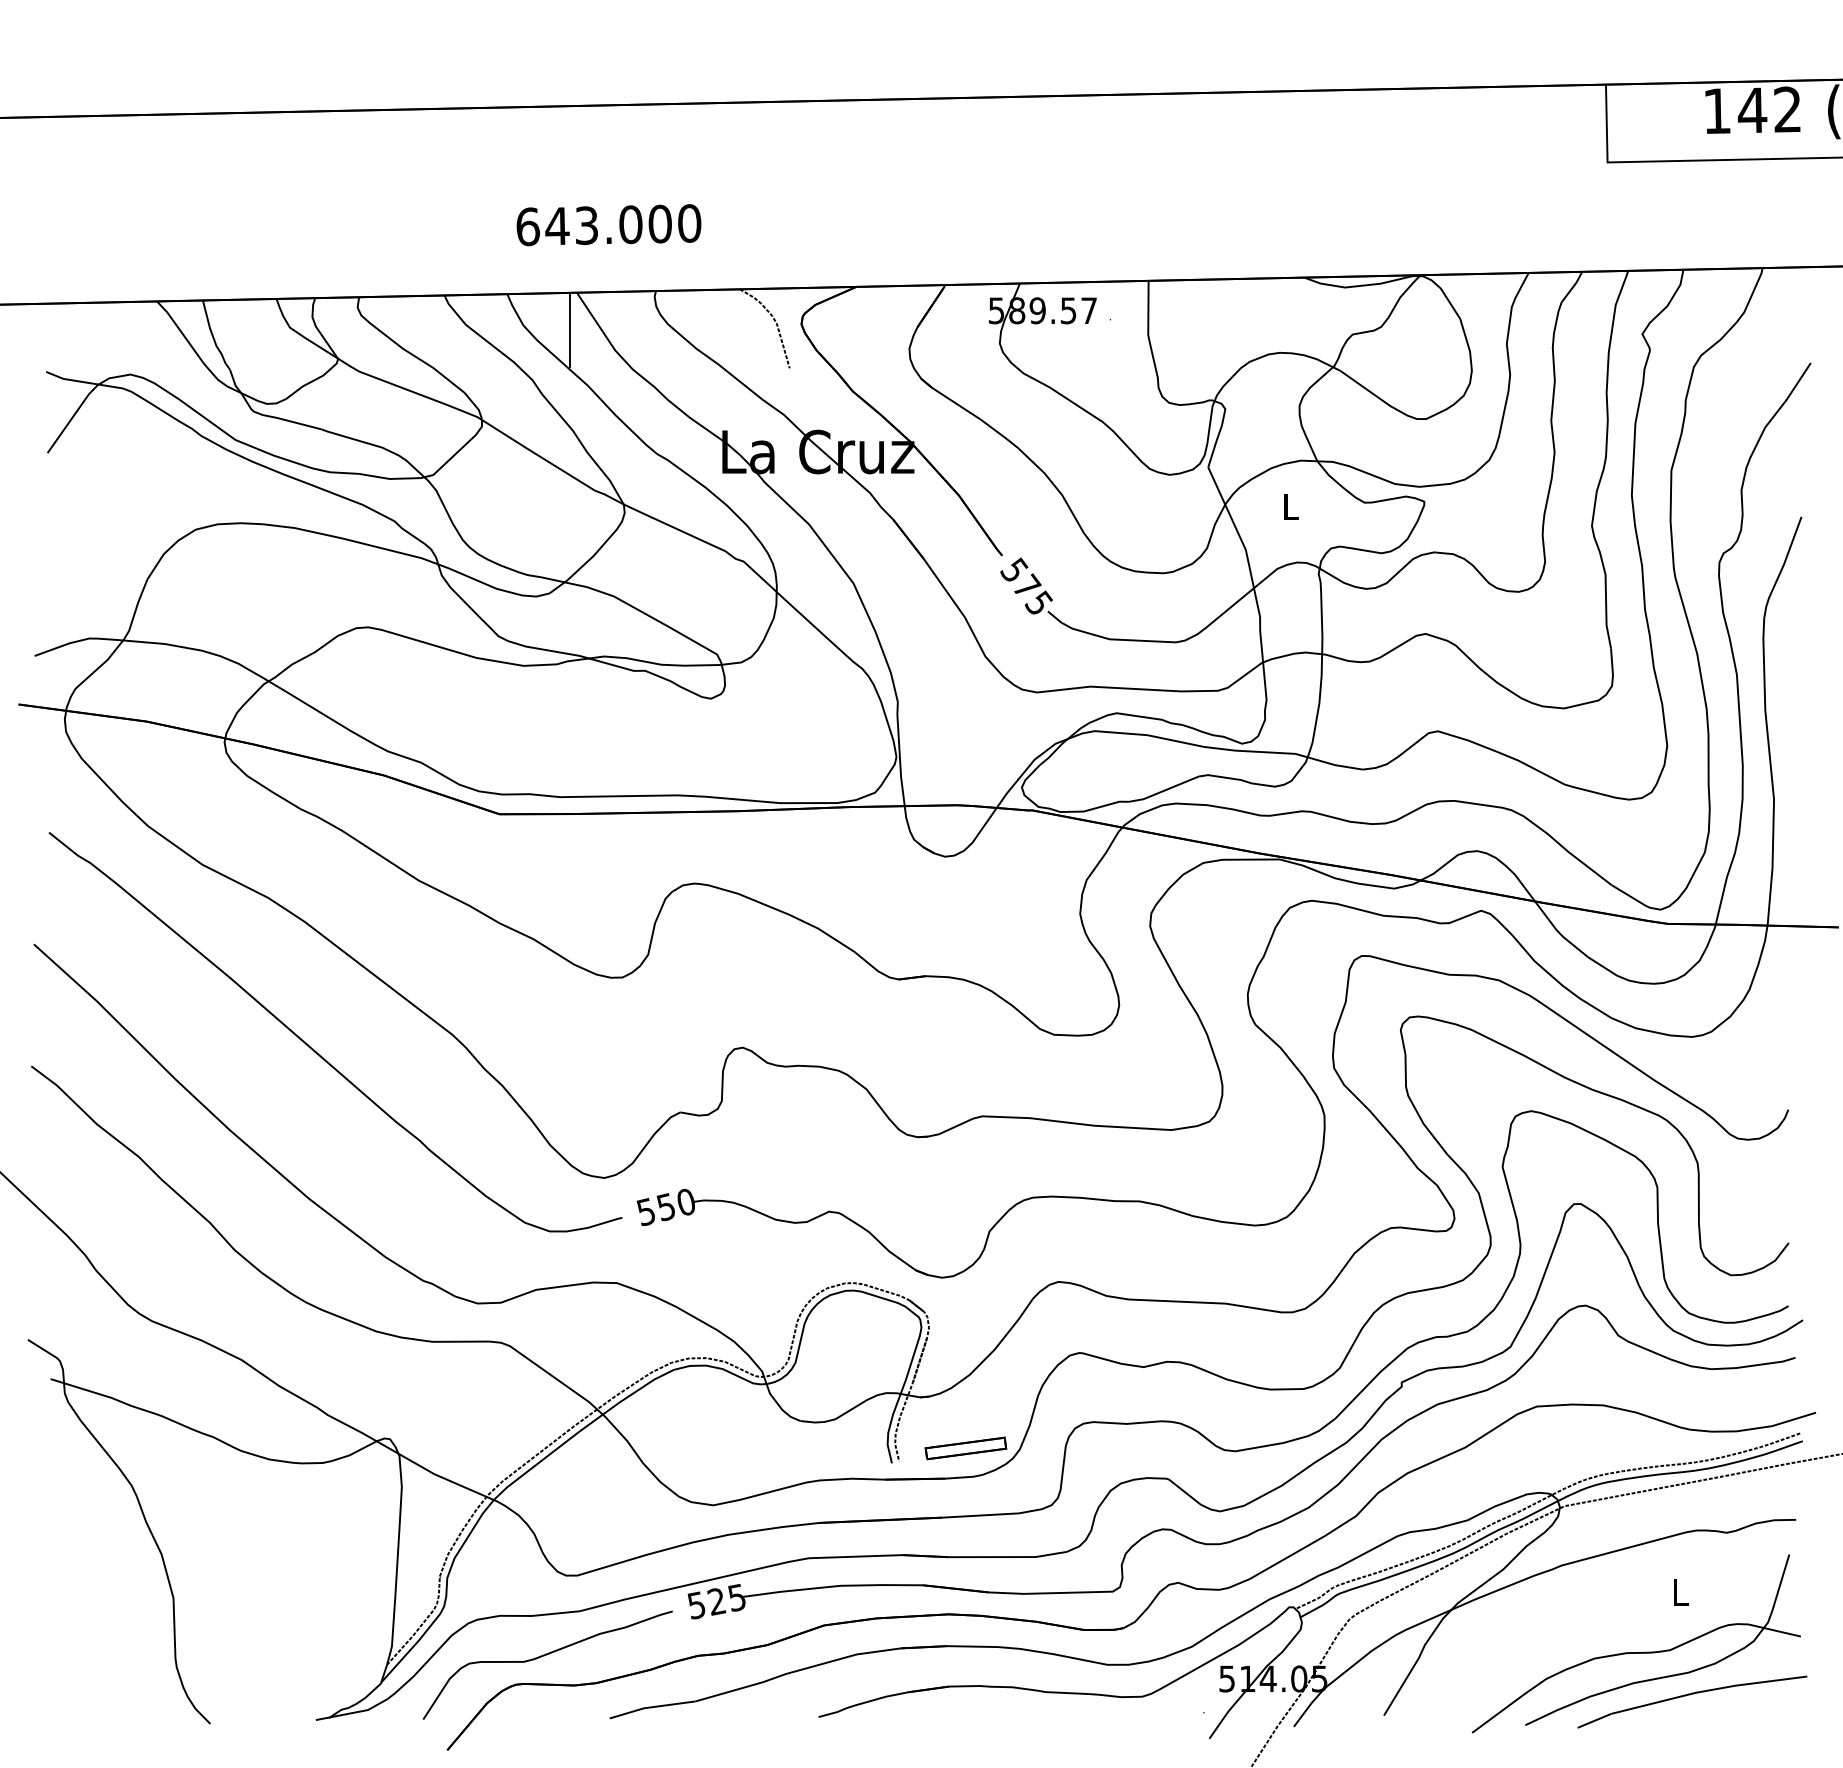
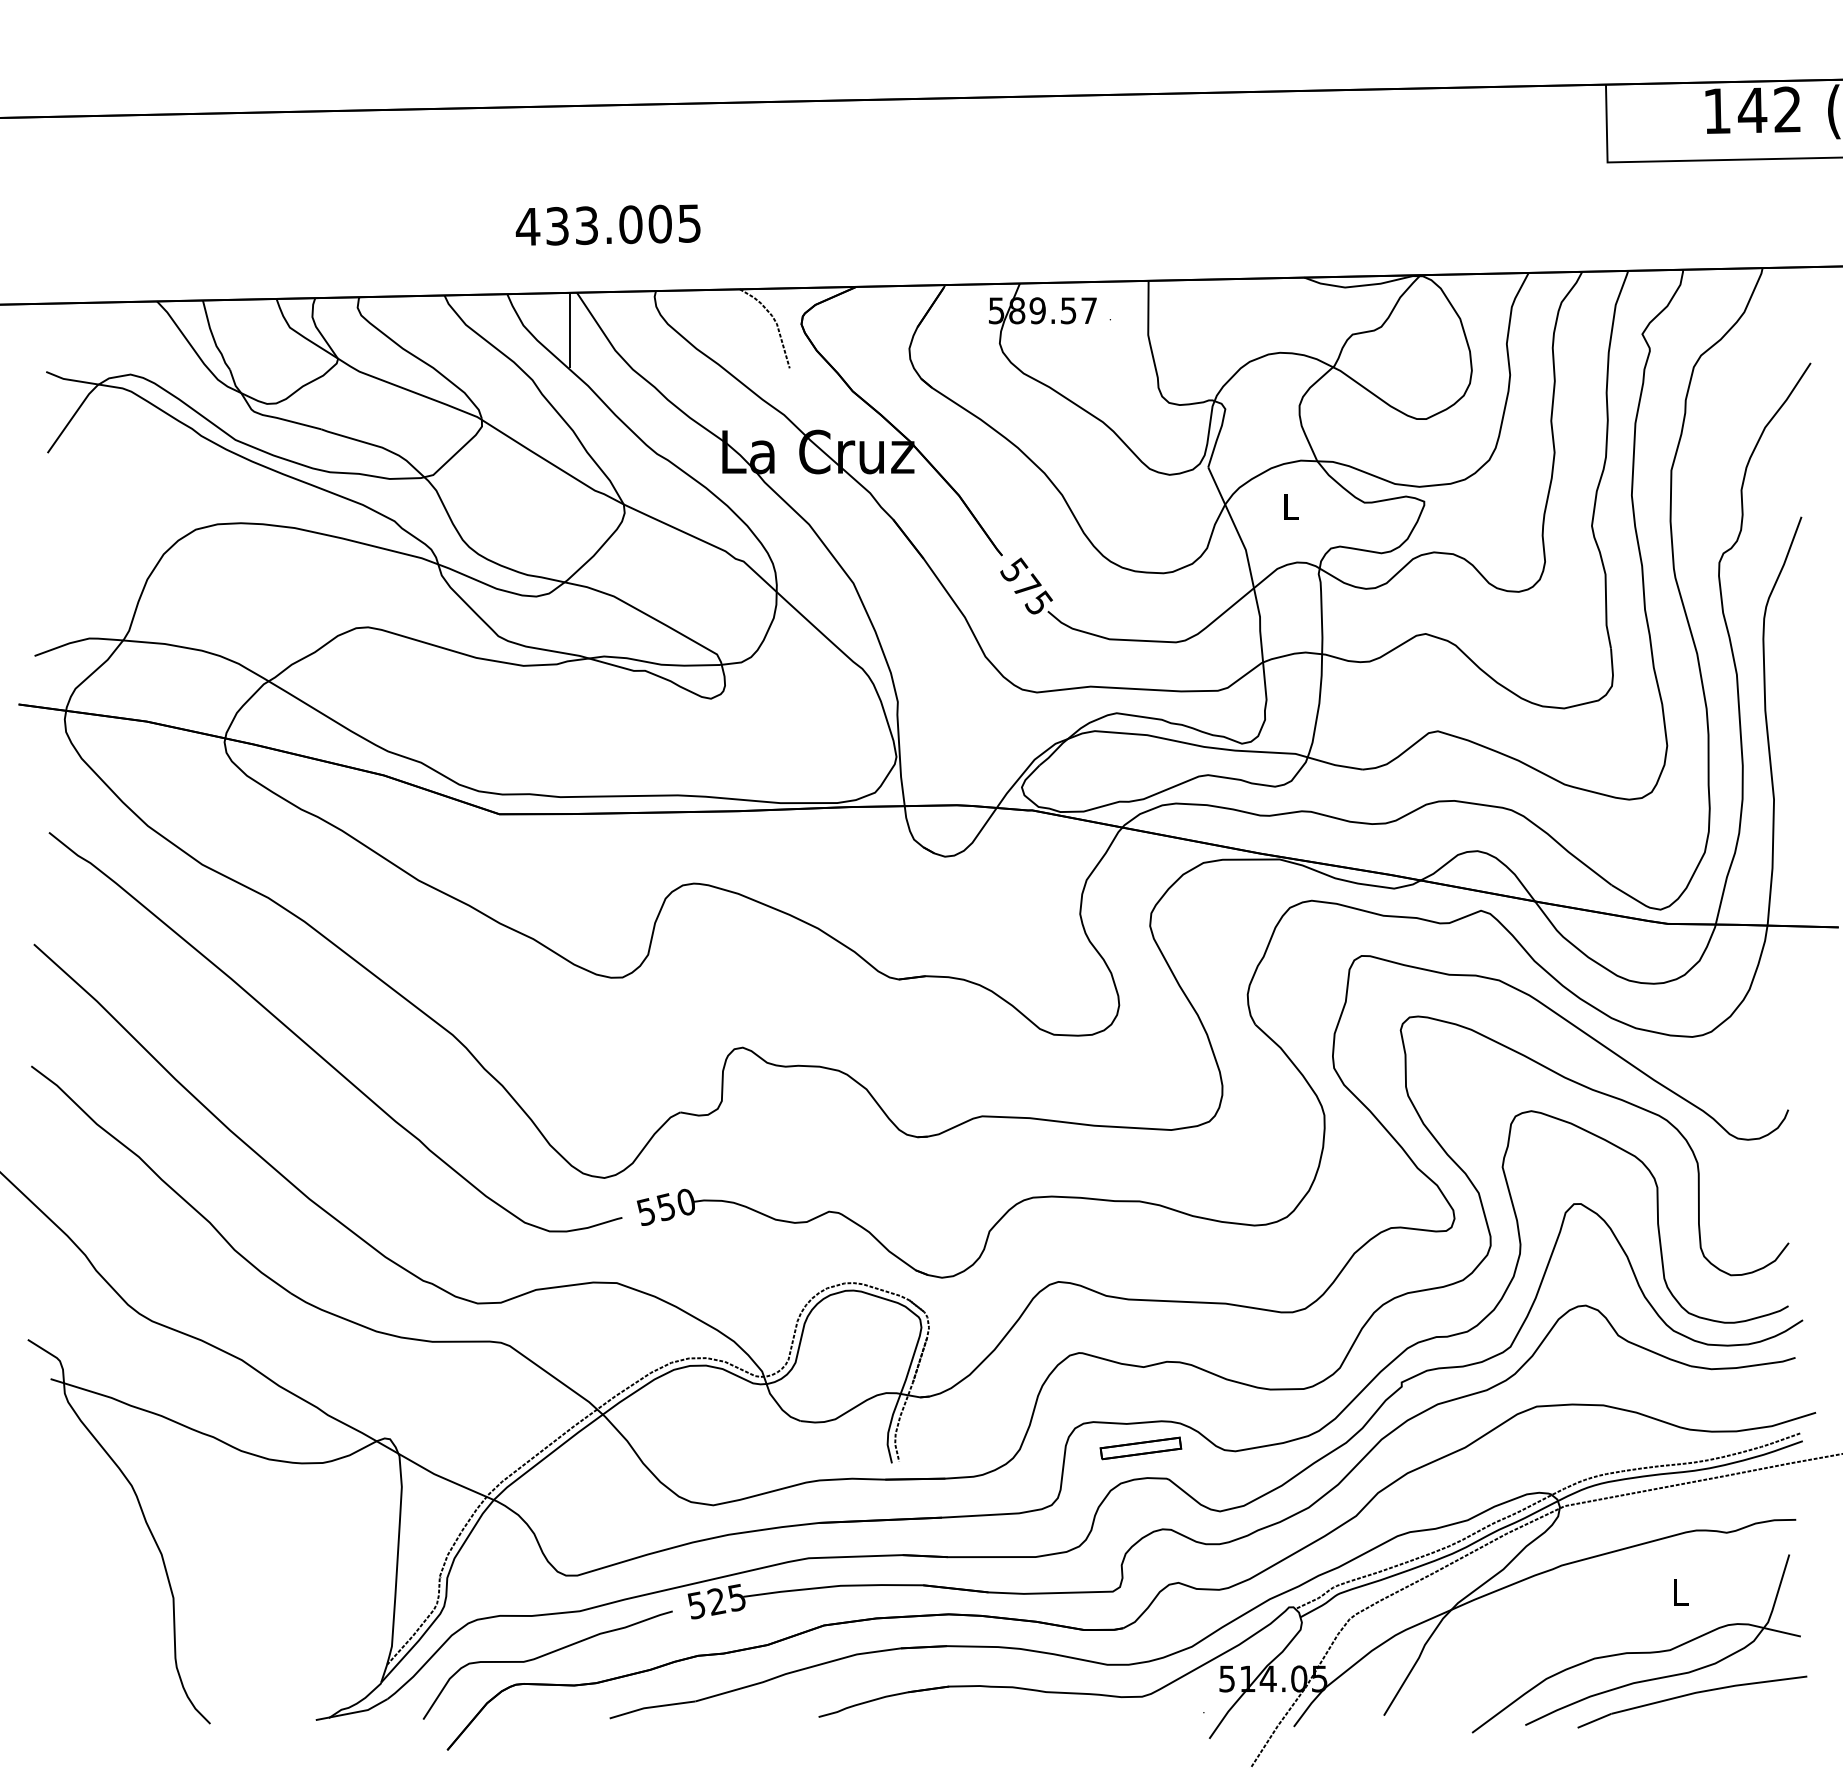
text at (608, 225): 643.000 -> 433.005
part at (965, 1448) position: (965, 1448) -> (1140, 1448)
